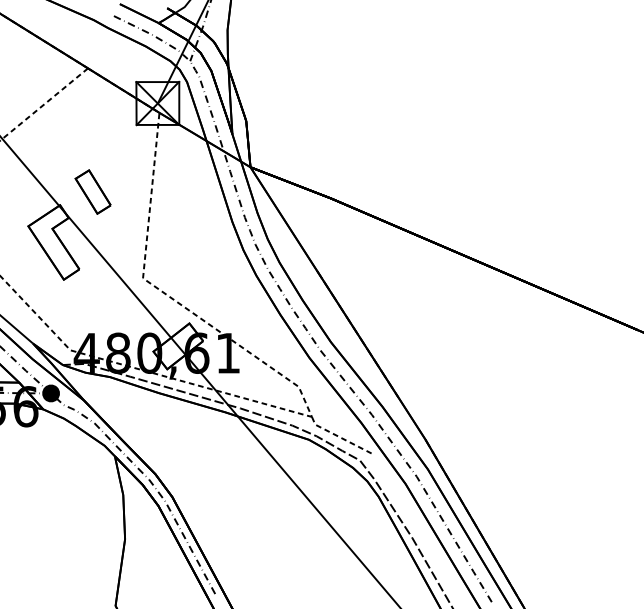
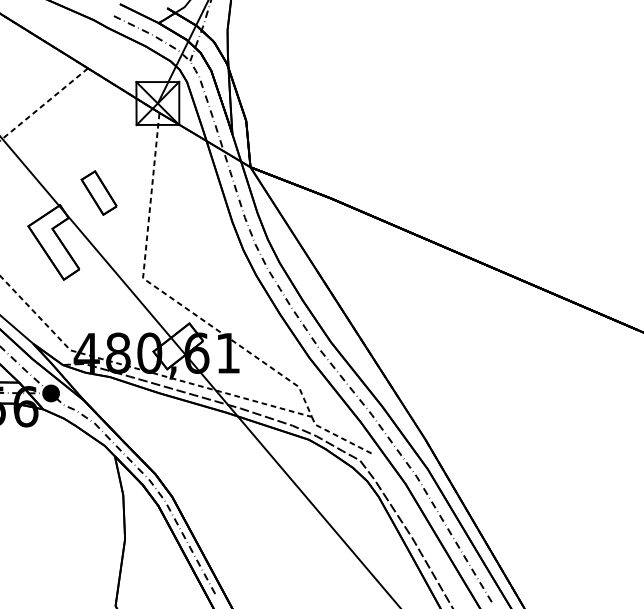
part at (92, 191) position: (92, 191) -> (98, 192)
